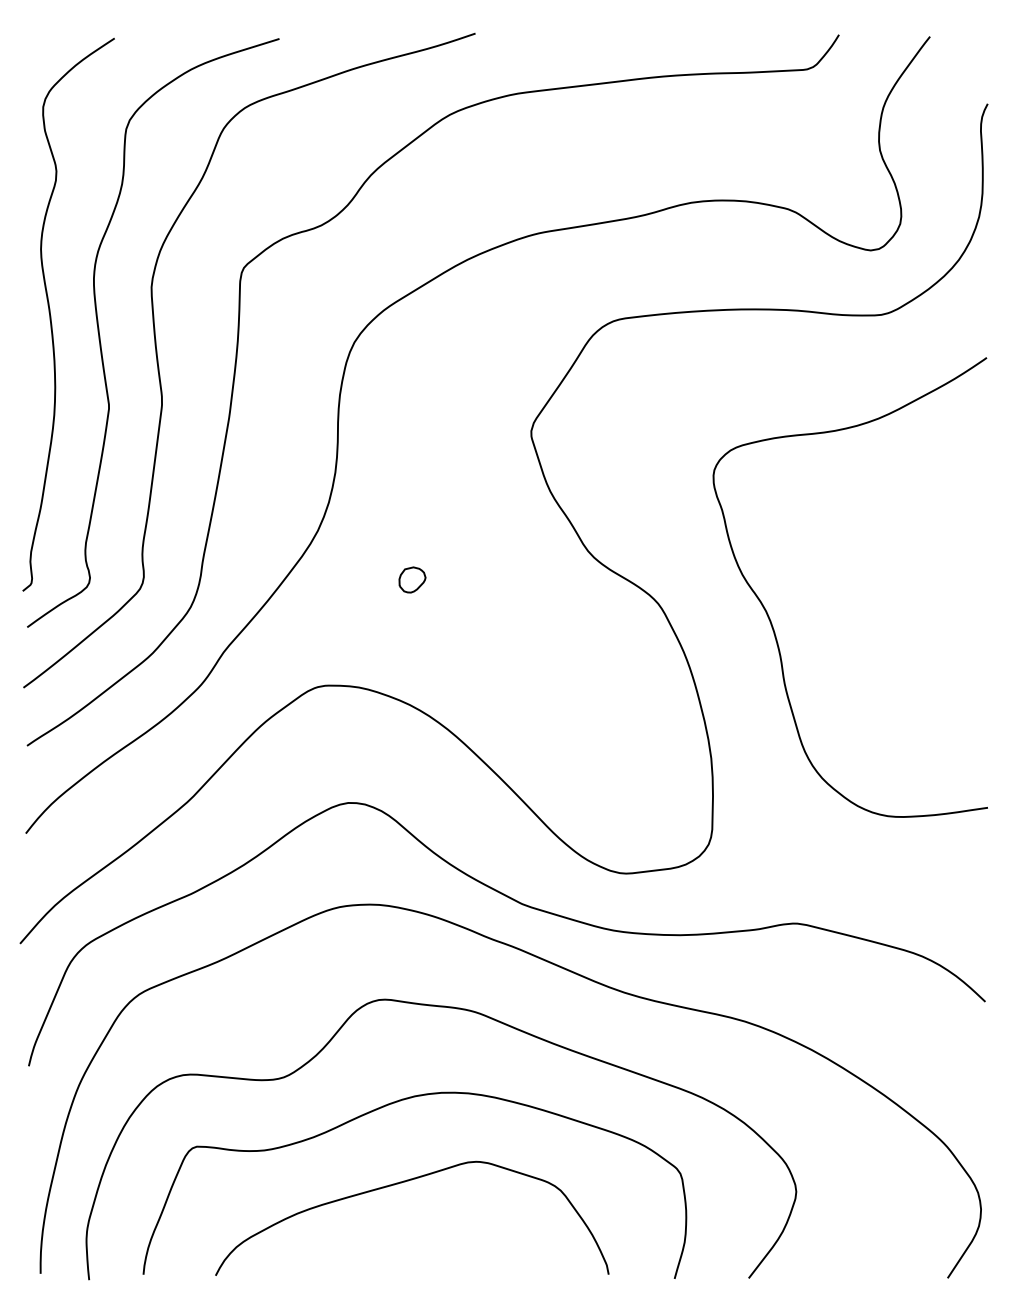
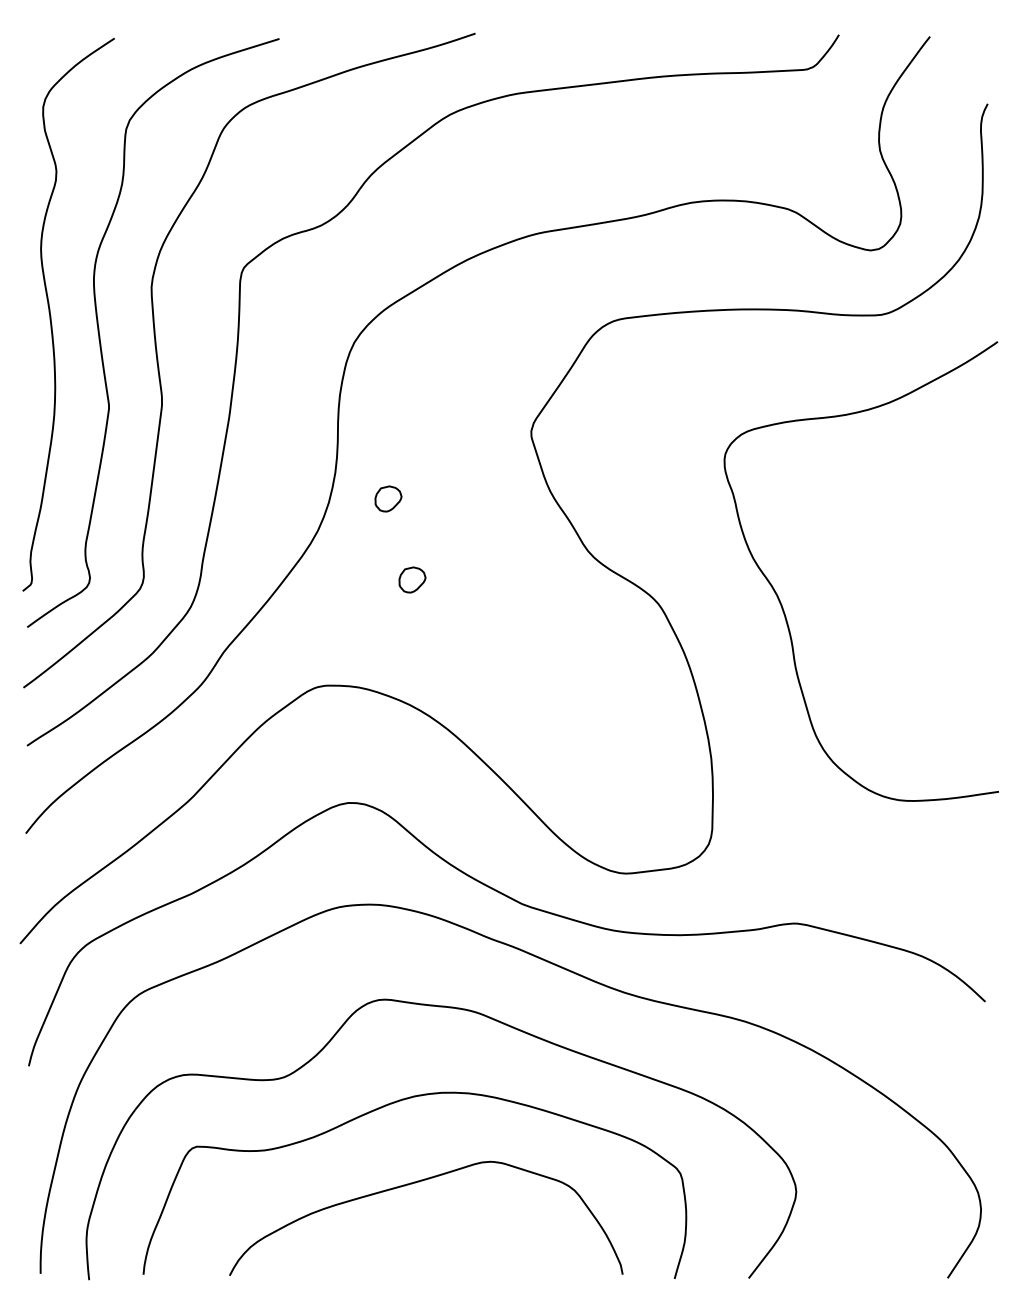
part at (388, 498): none -> present
curve at (771, 620) position: (771, 620) -> (782, 604)
curve at (405, 1182) position: (405, 1182) -> (419, 1182)
